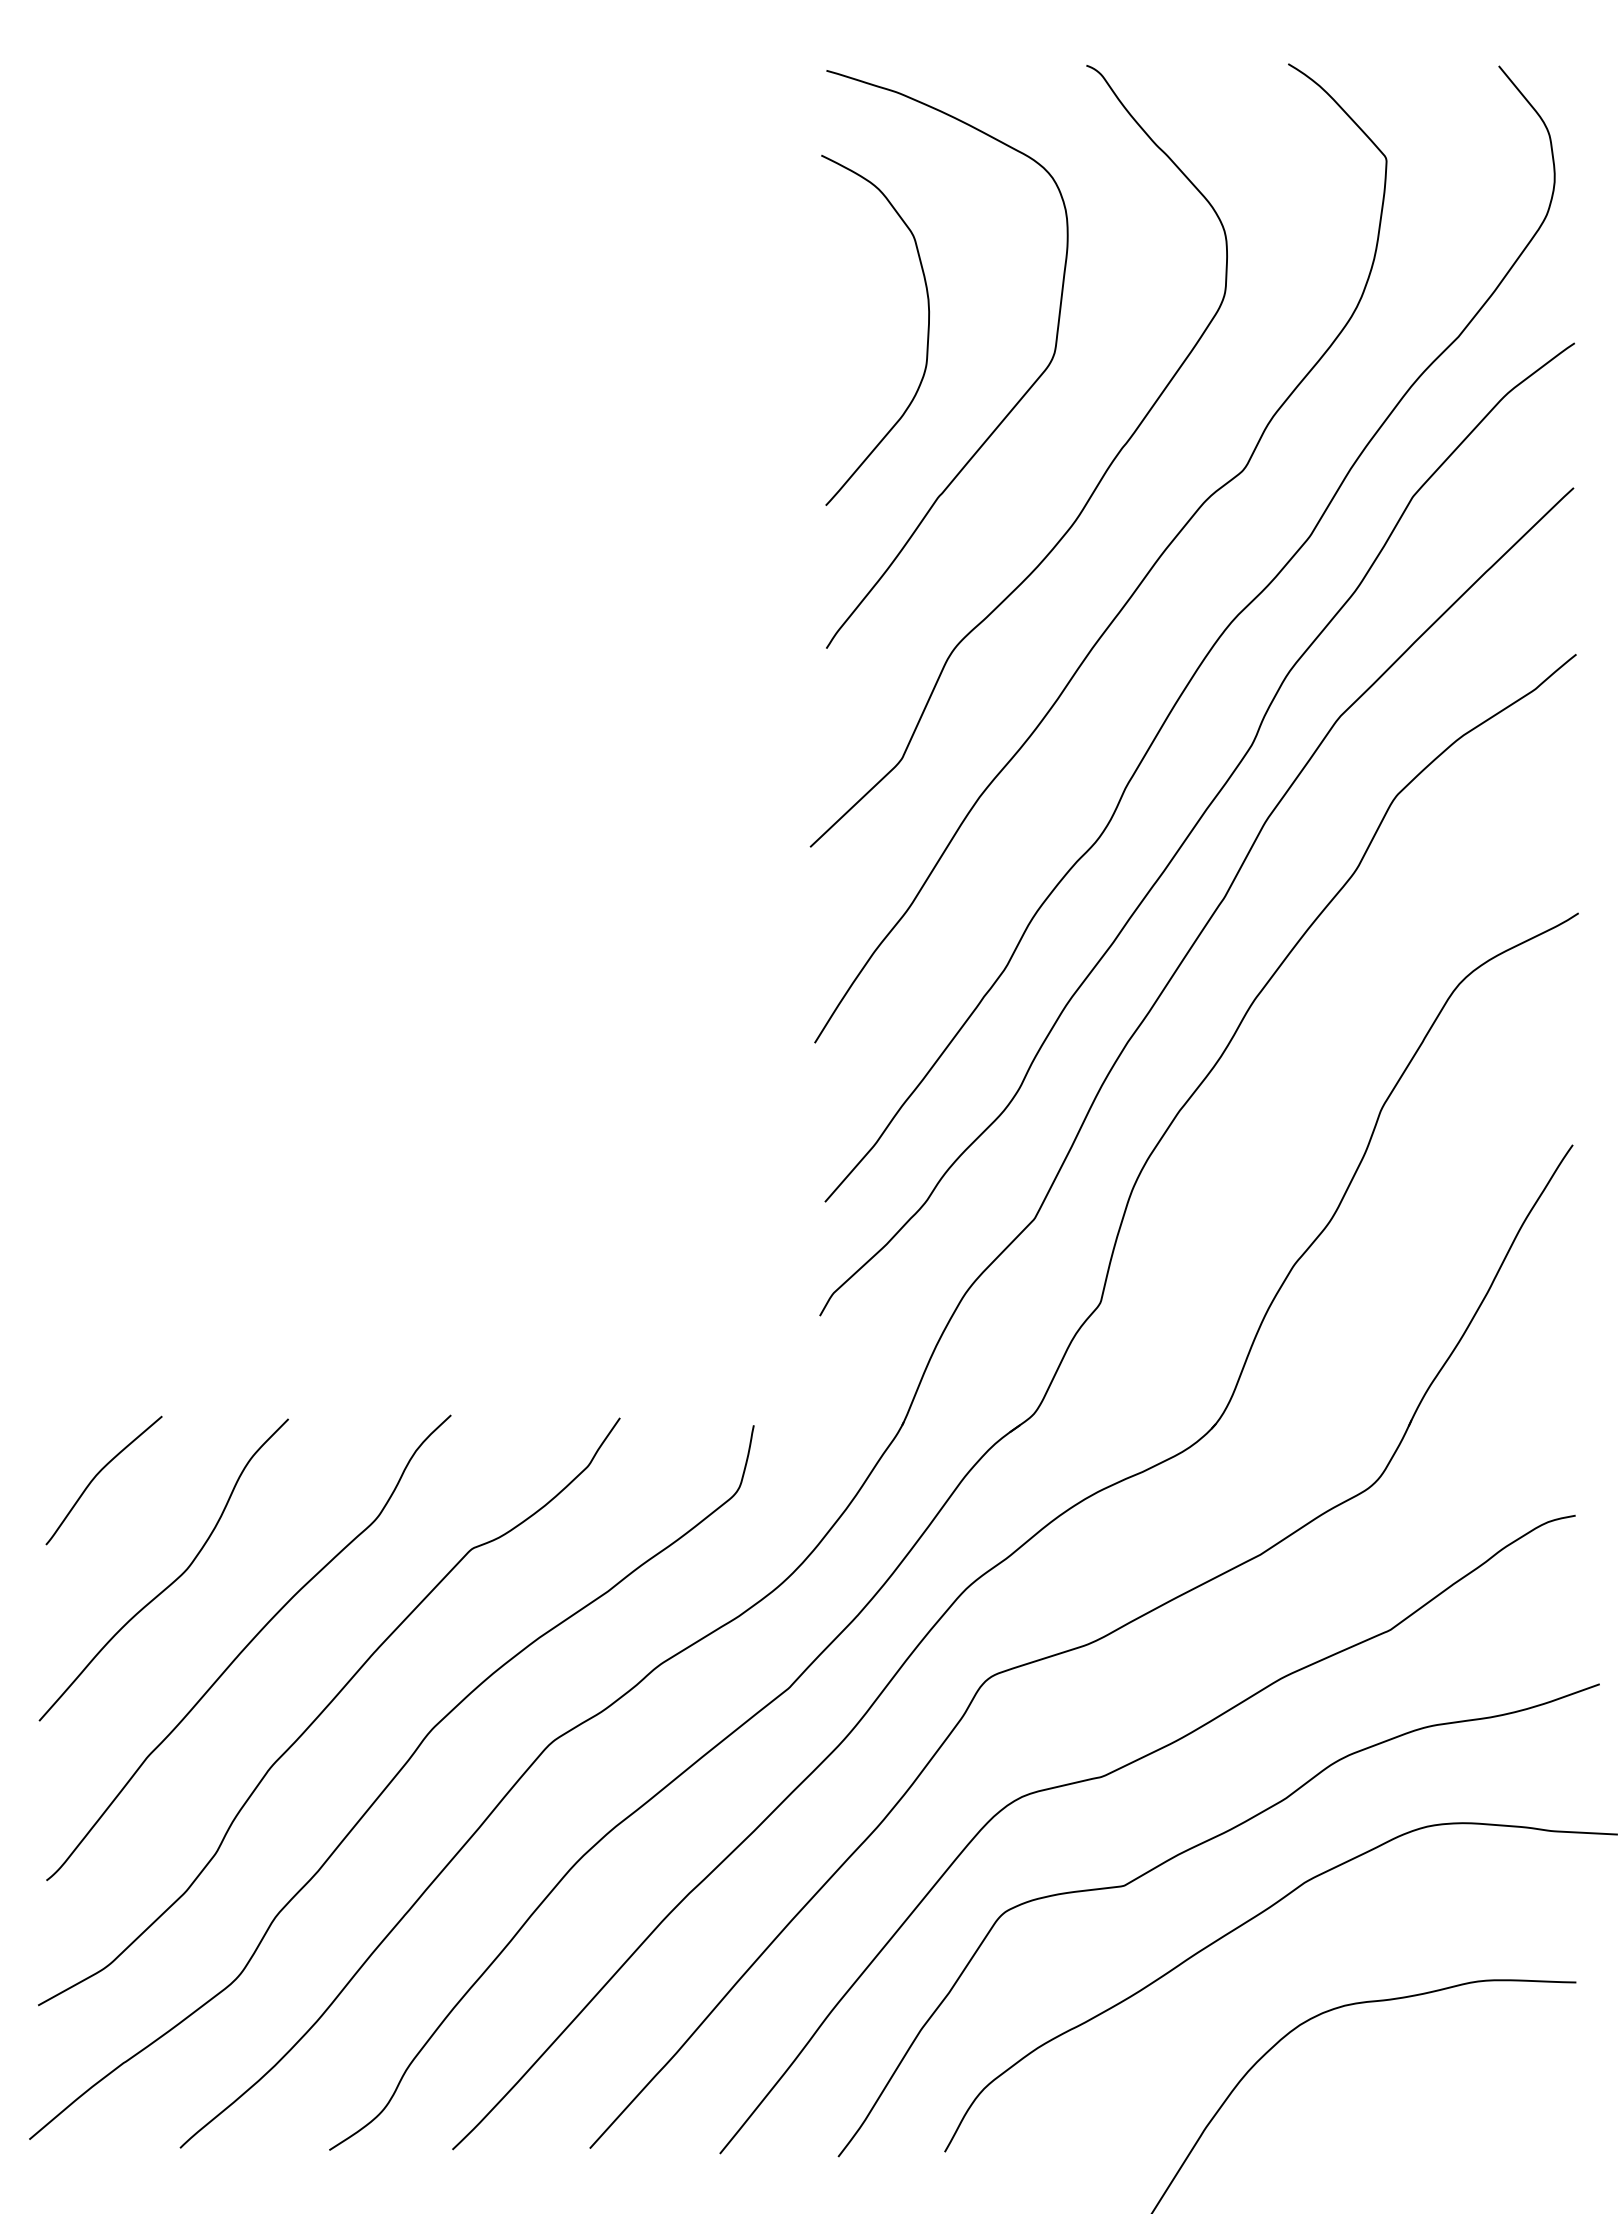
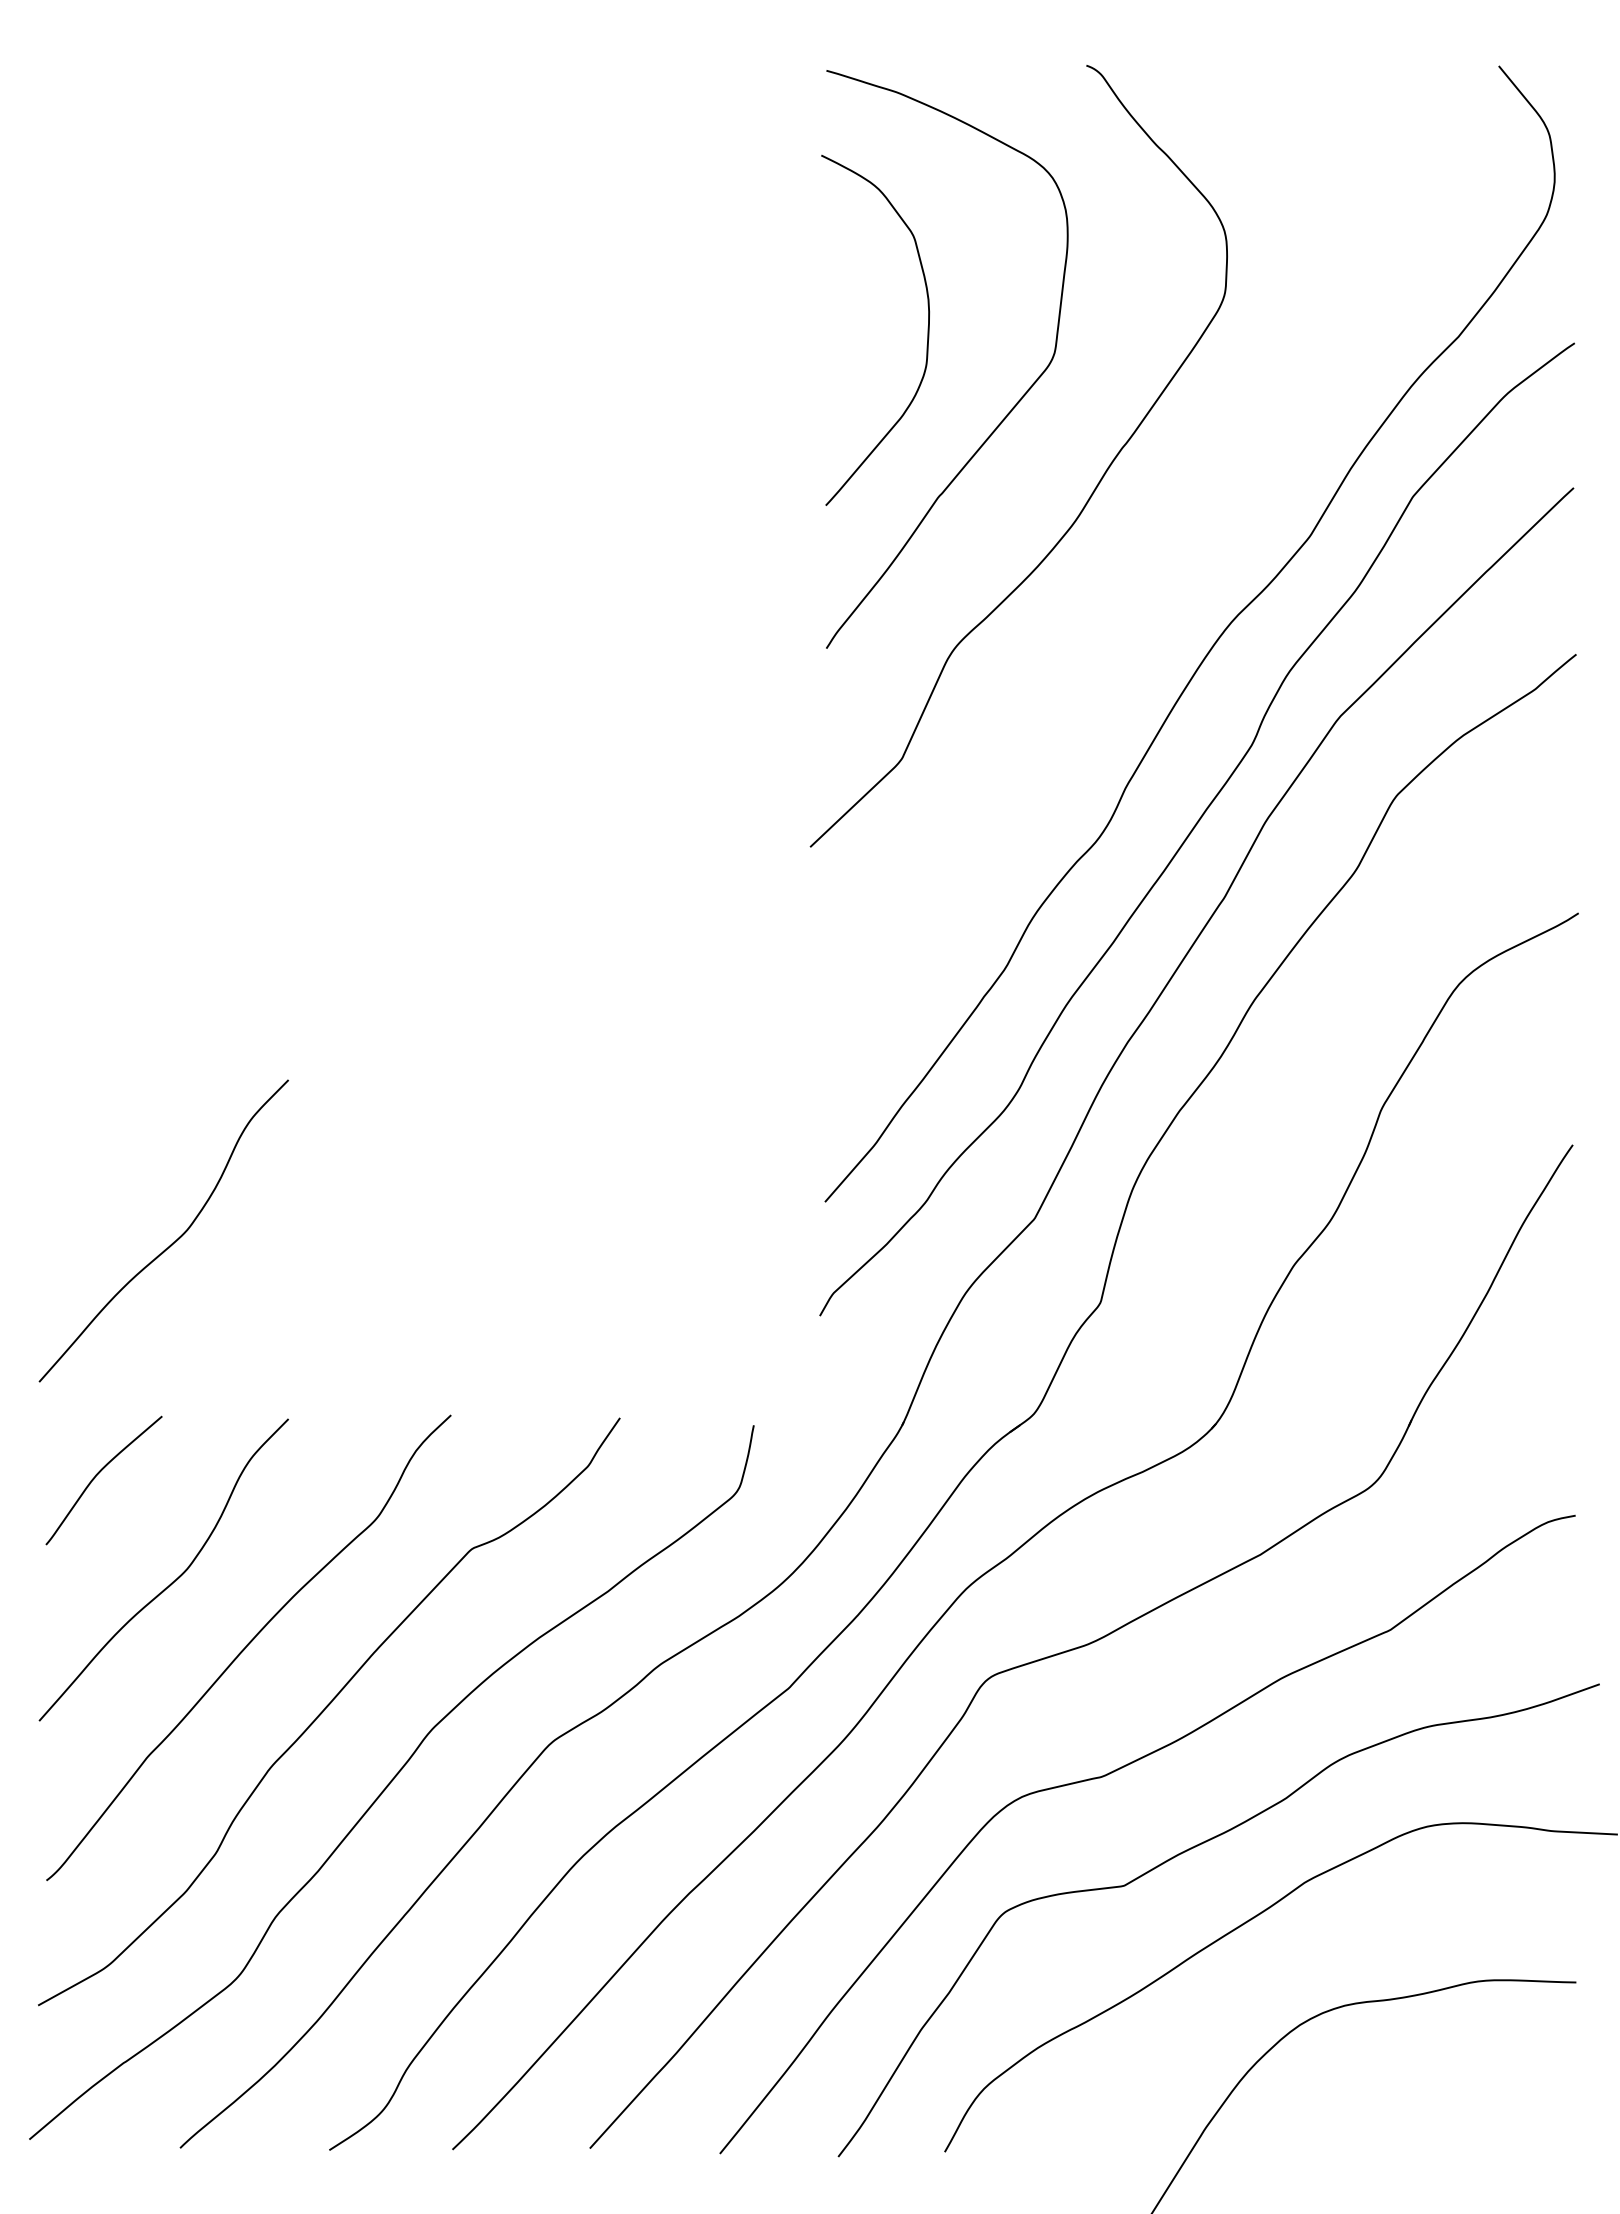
curve at (1138, 584): present -> none
curve at (172, 1242): none -> present
